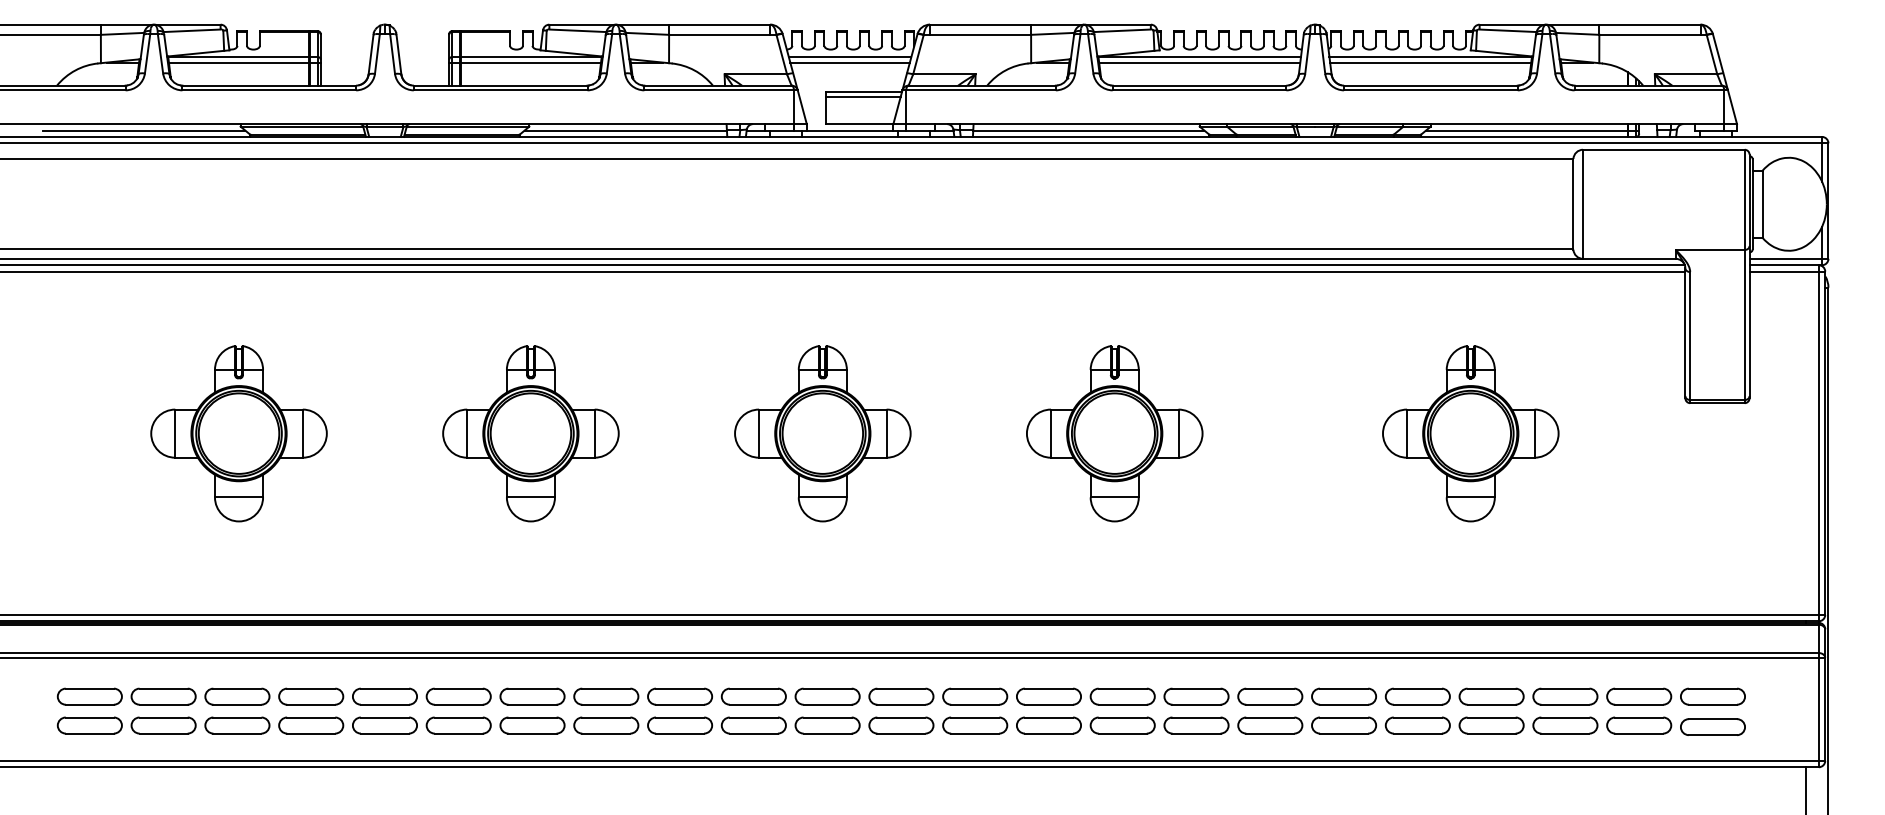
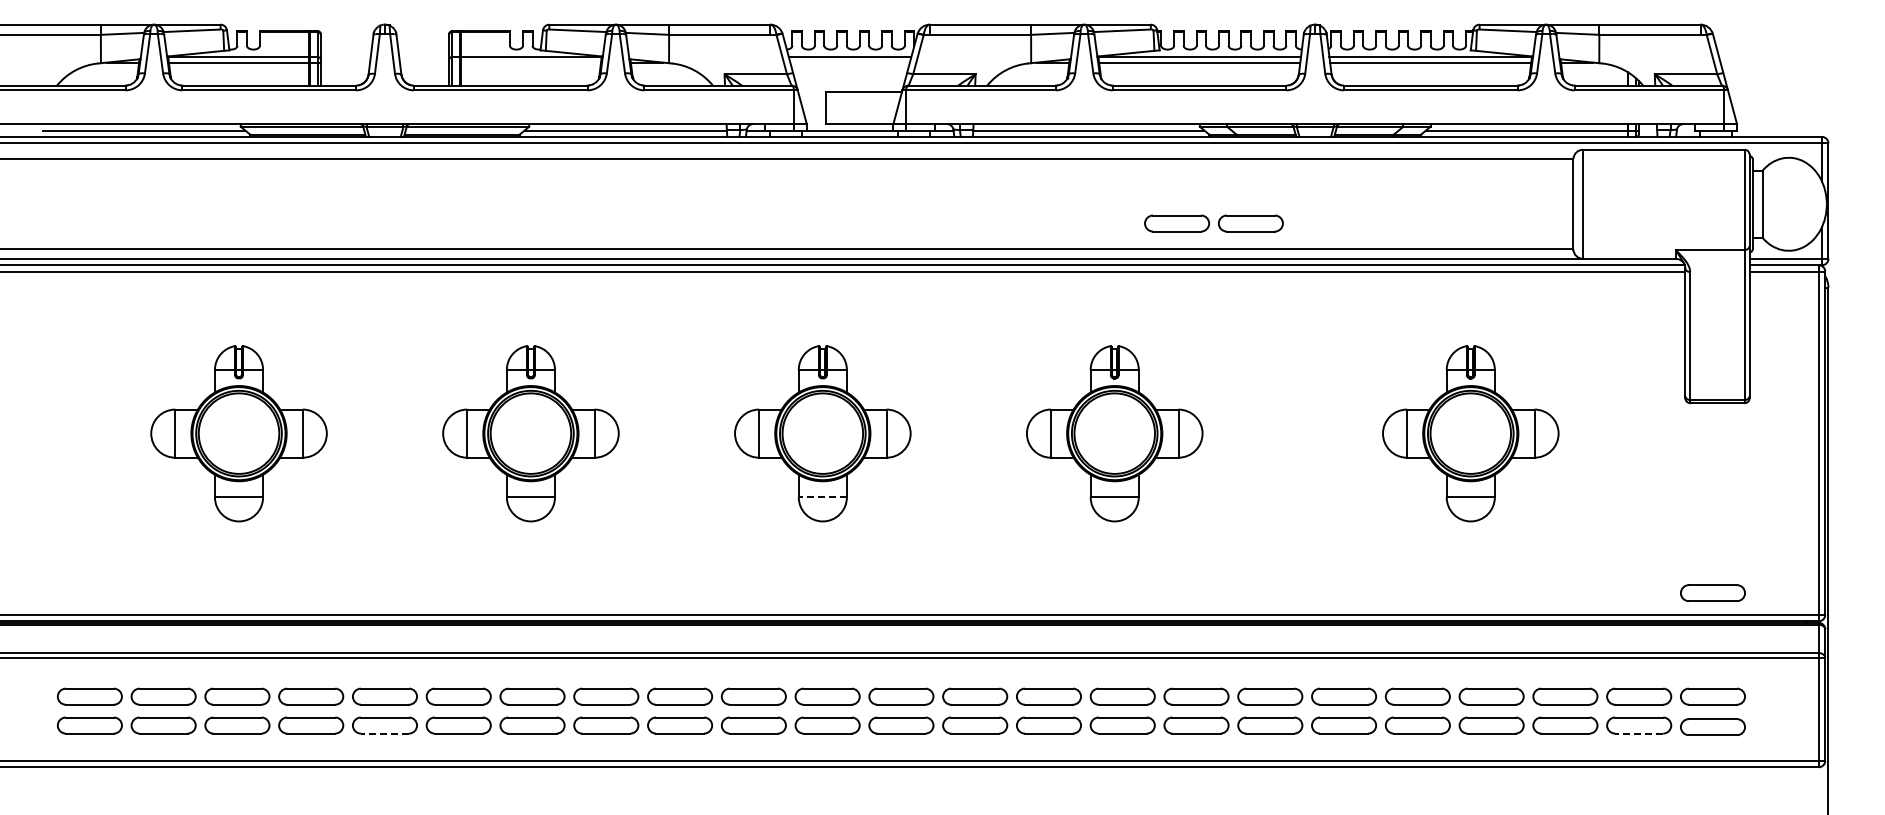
line at (525, 62): present -> none
line at (849, 62): present -> none
line at (863, 96): present -> none
part at (1213, 223): none -> present
line at (822, 497): solid -> dashed
part at (1712, 592): none -> present
line at (384, 733): solid -> dashed
line at (1638, 733): solid -> dashed
line at (1805, 789): present -> none
